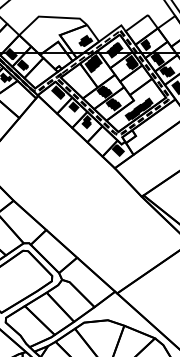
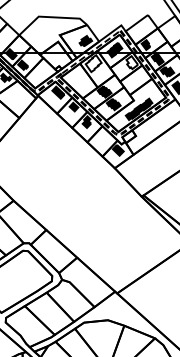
fill at (132, 62): present -> none
fill at (93, 63): present -> none
